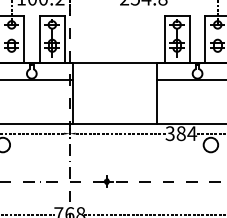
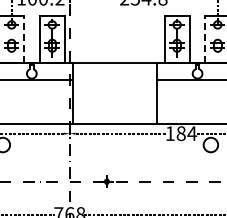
line at (24, 38): solid -> dashed
line at (205, 38): solid -> dashed
text at (169, 133): 384 -> 184
